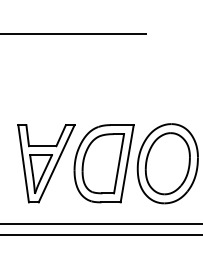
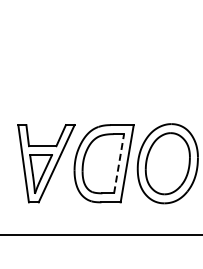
line at (74, 33): present -> none
line at (119, 163): solid -> dashed
line at (100, 224): present -> none
